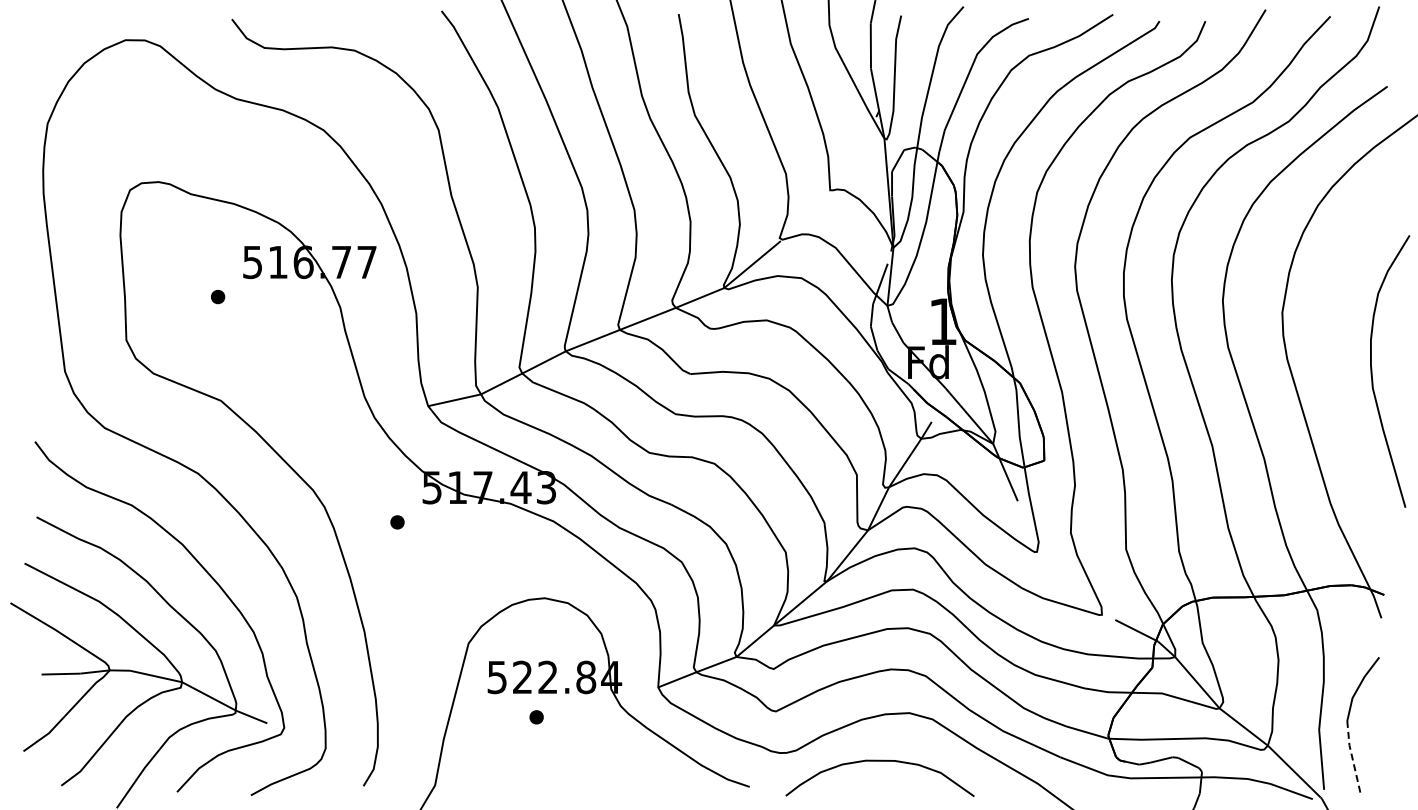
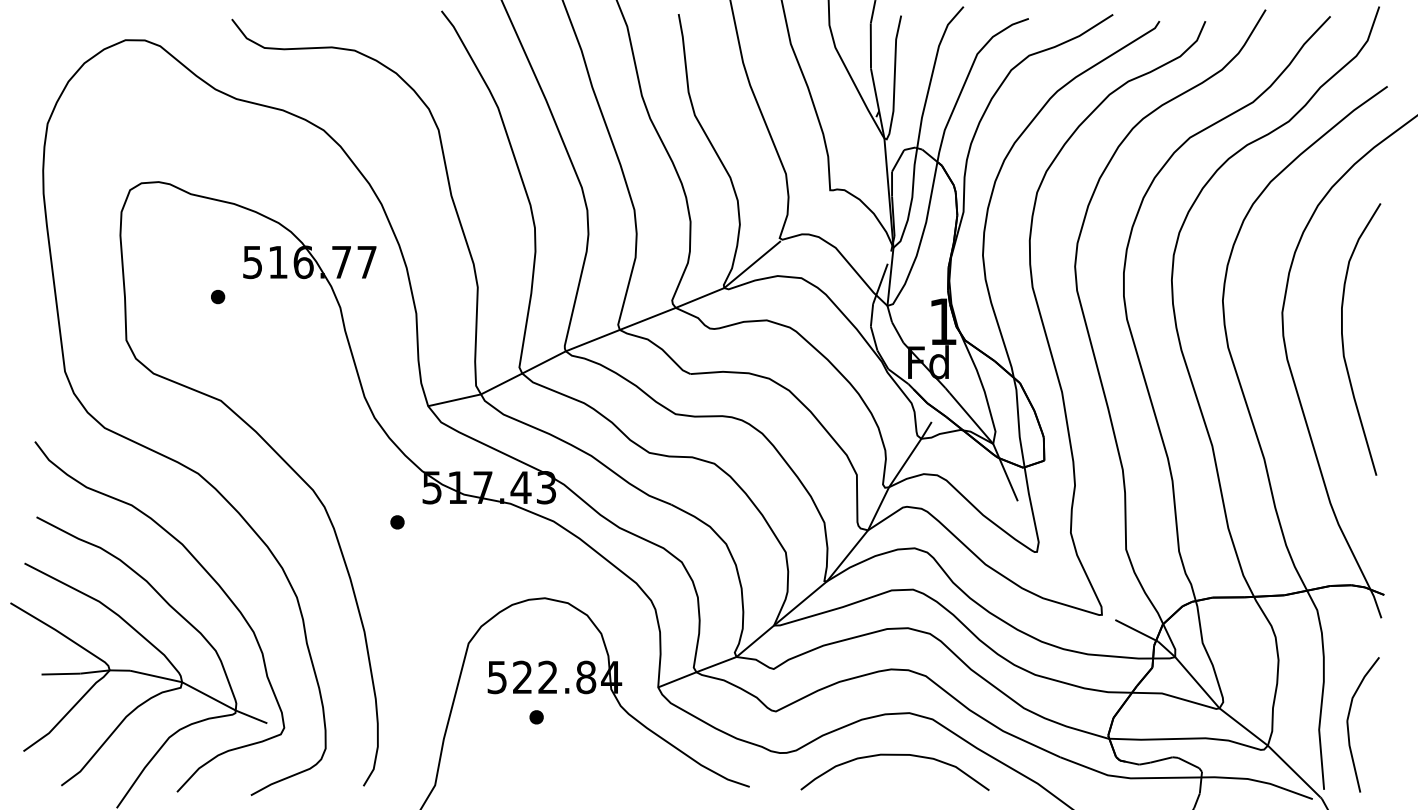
curve at (1372, 371) position: (1372, 371) -> (1343, 339)
line at (1351, 756): dashed -> solid
curve at (879, 761) position: (879, 761) -> (894, 755)
